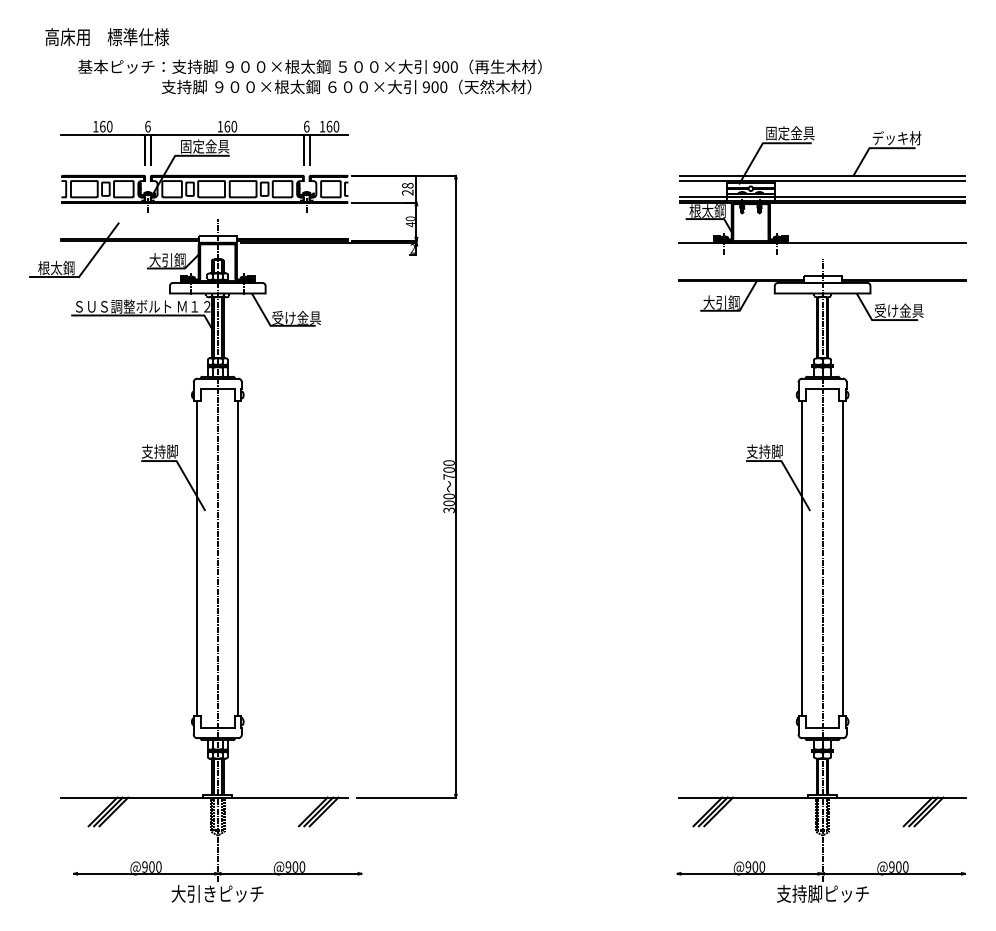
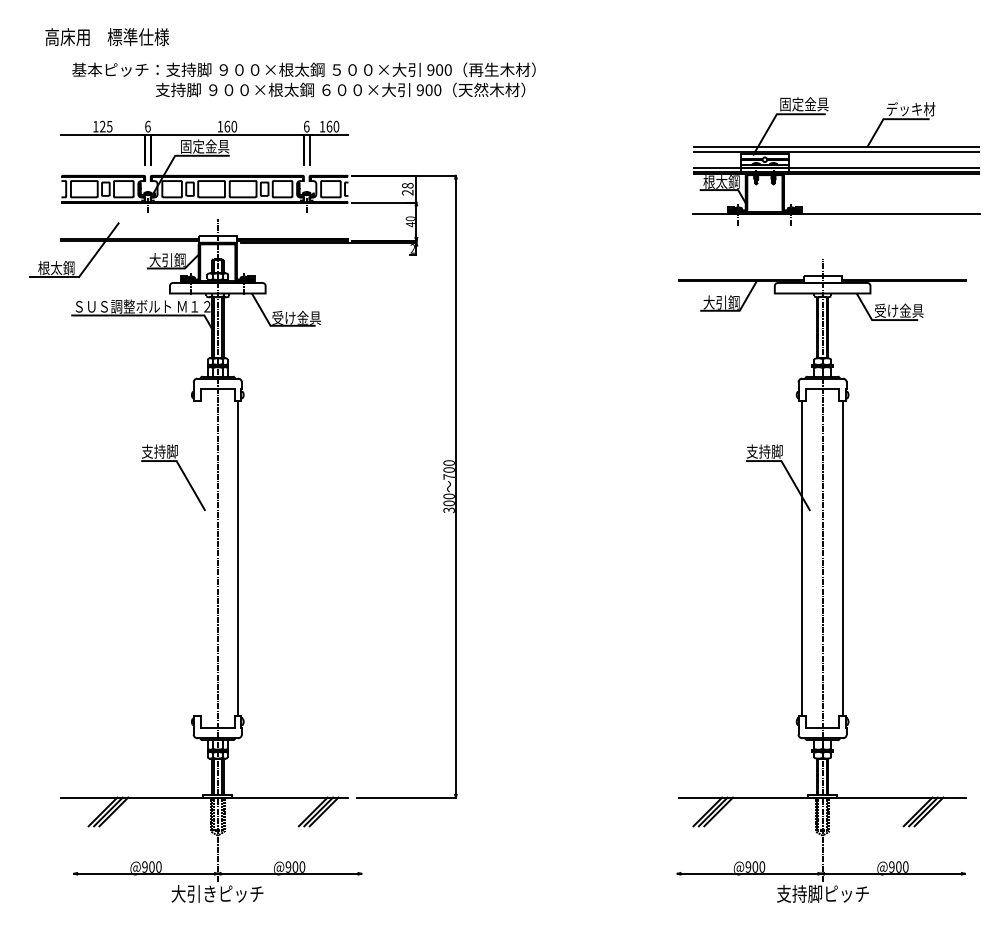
text at (309, 76) position: (309, 76) -> (303, 79)
text at (106, 126): 160 -> 125
part at (822, 190) position: (822, 190) -> (836, 161)
line at (197, 558): present -> none
